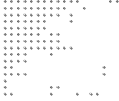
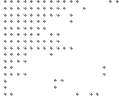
part at (54, 90) position: (54, 90) -> (58, 83)
